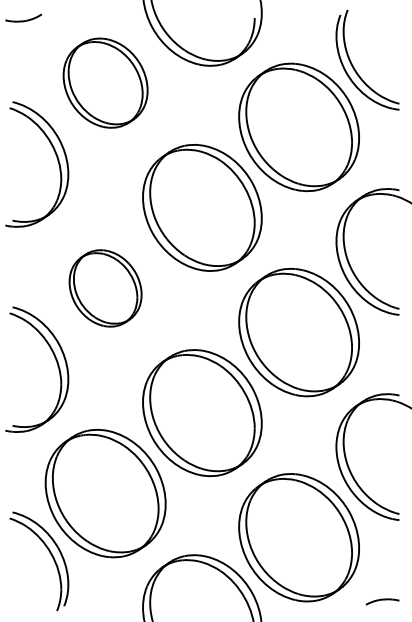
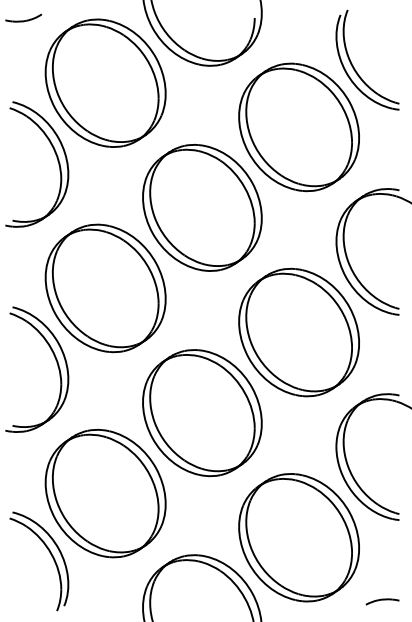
part at (105, 82) size: 87x92 px -> 123x130 px
part at (105, 288) size: 75x79 px -> 123x131 px
